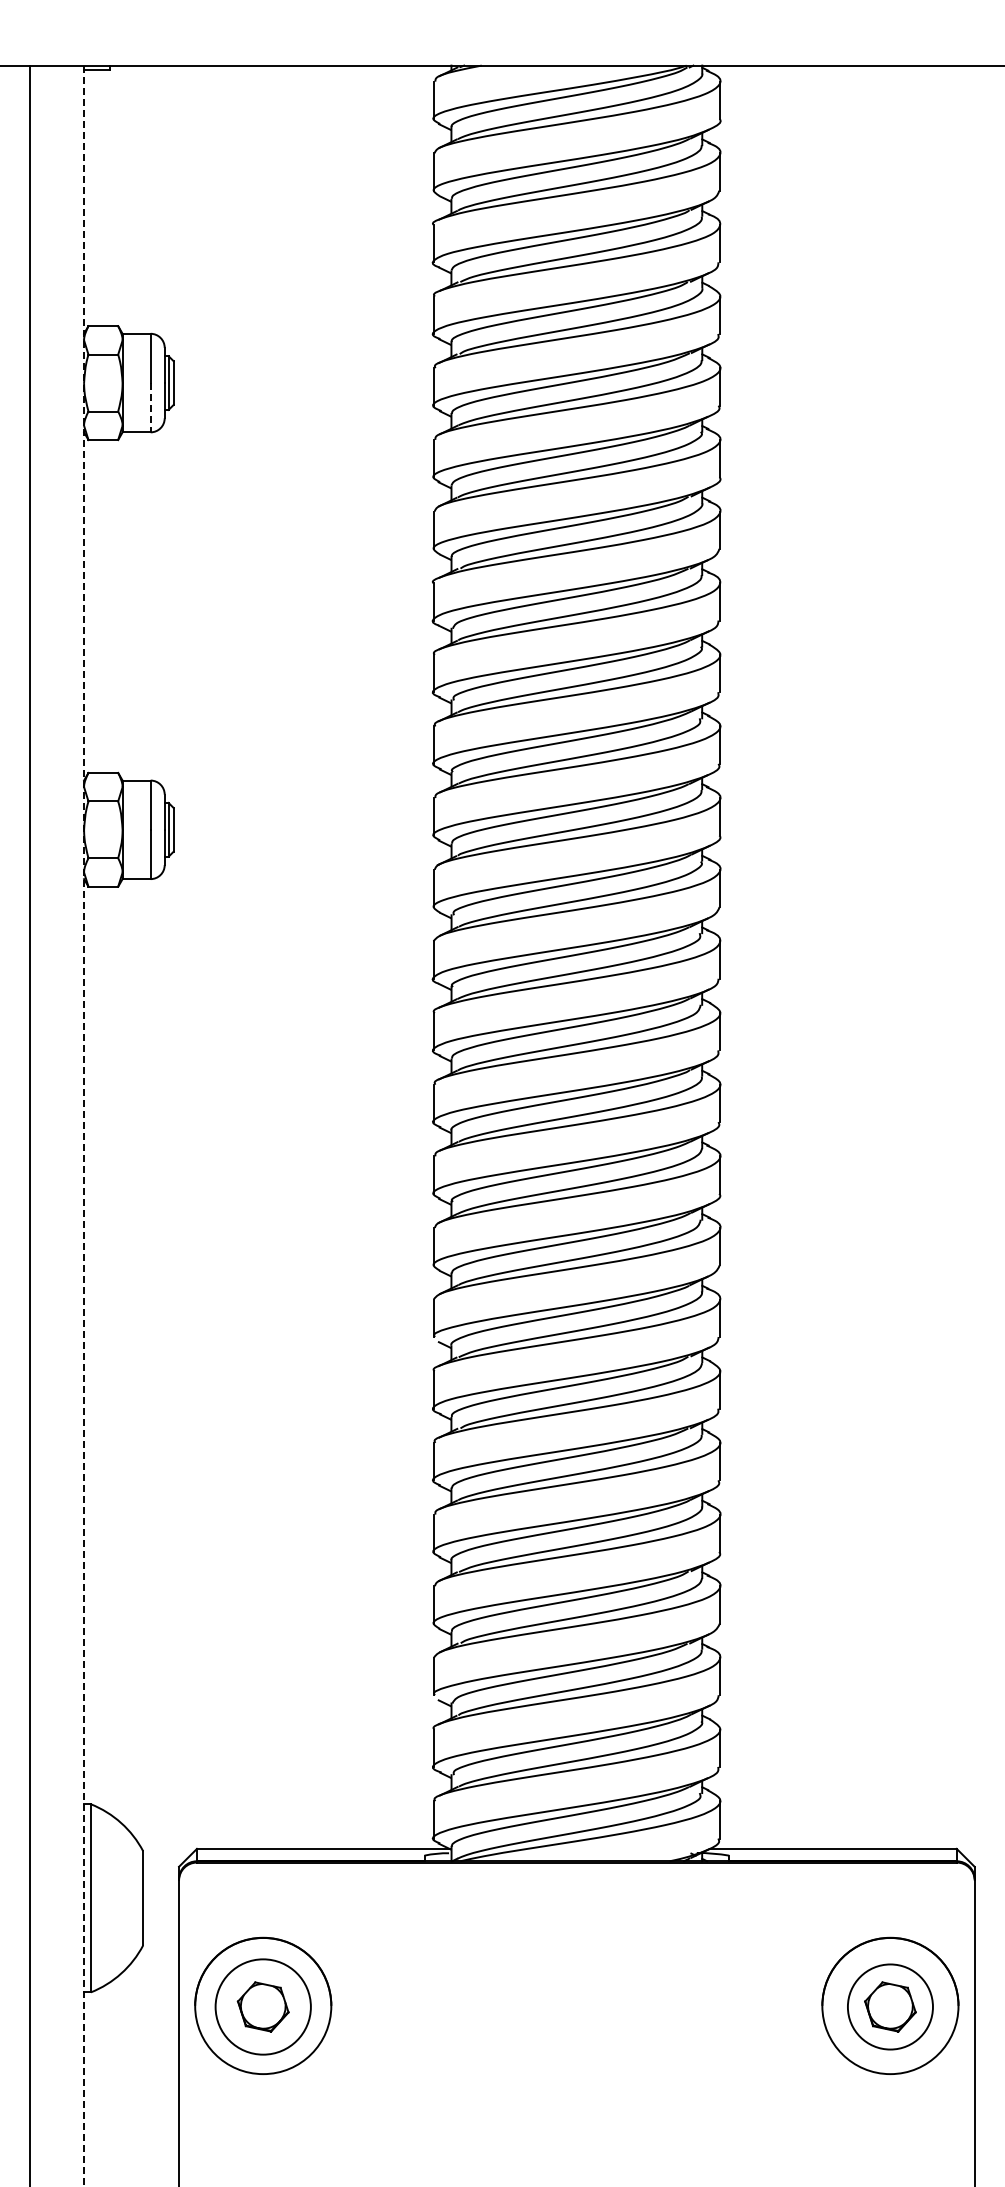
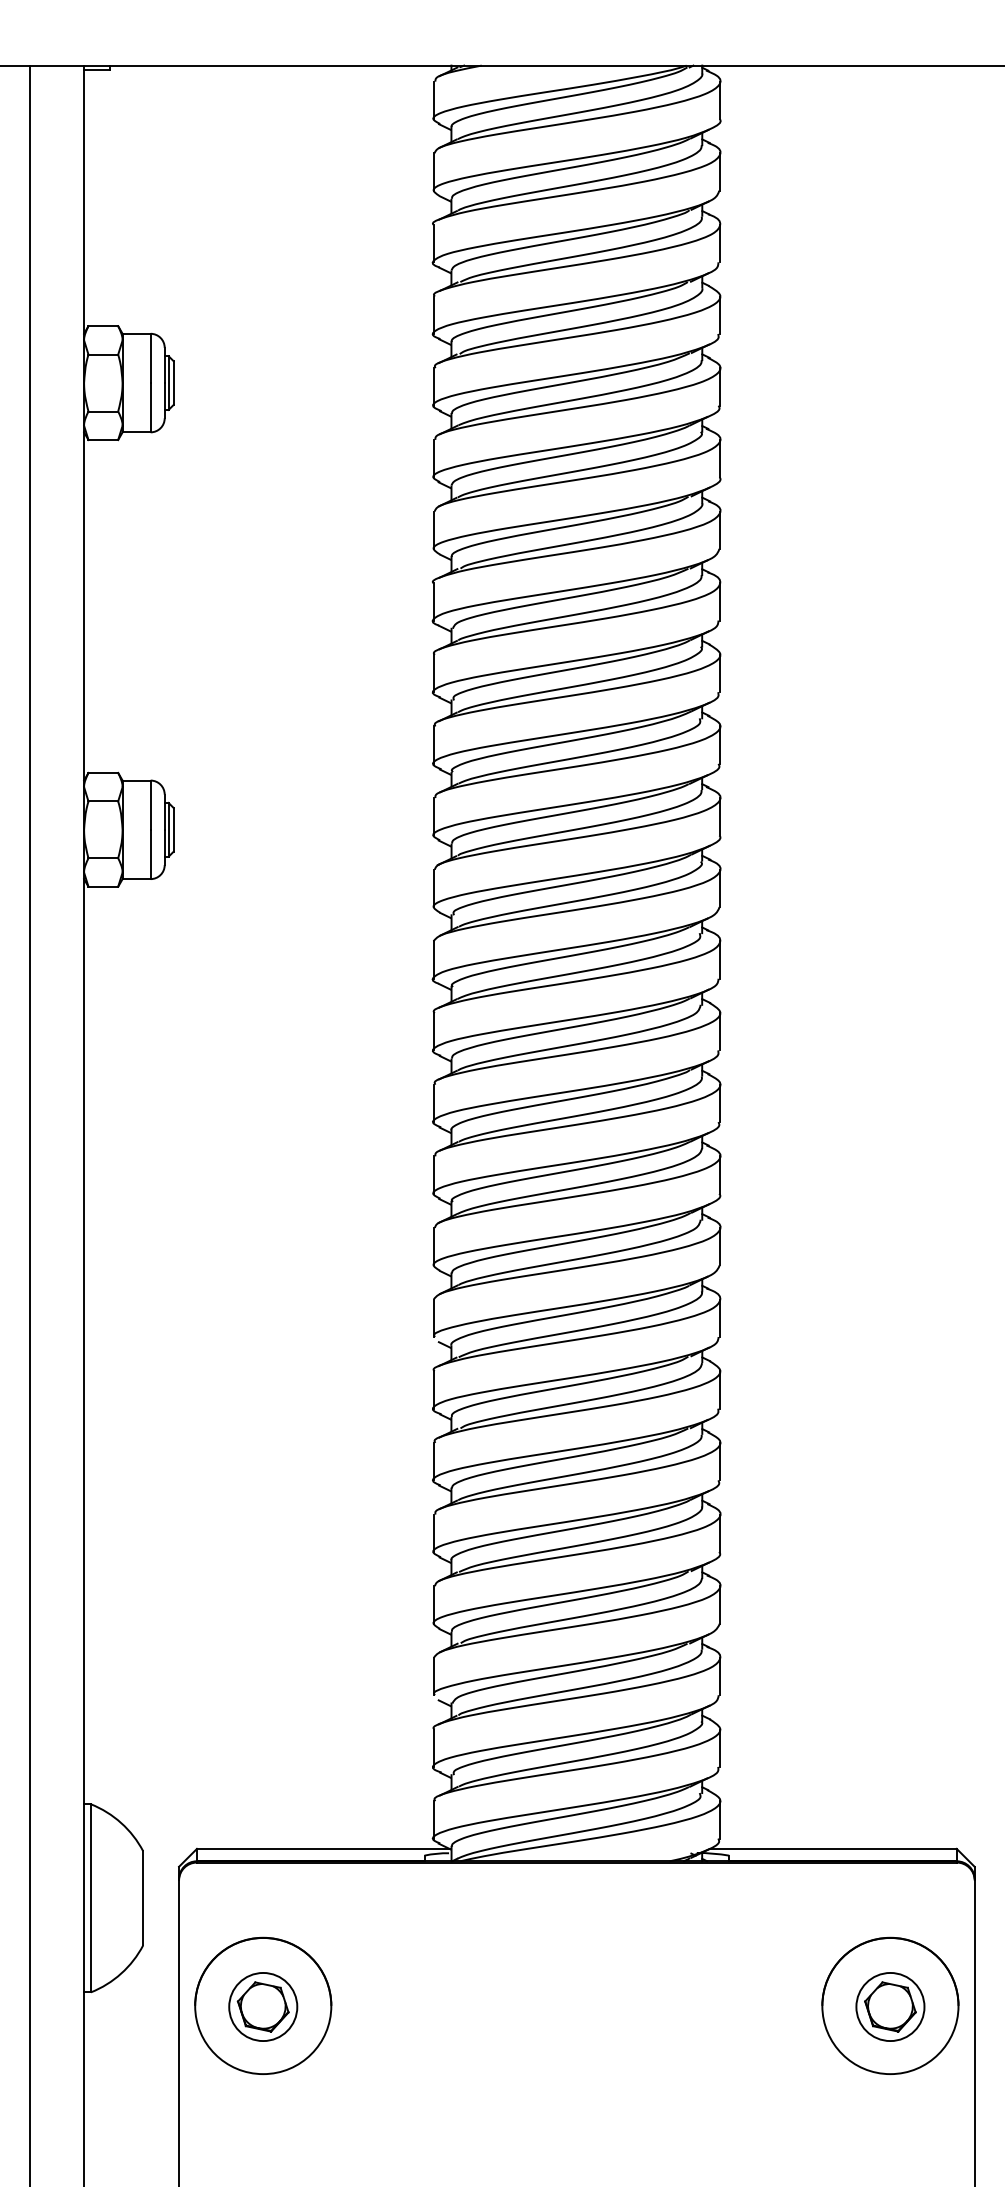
line at (150, 407): dashed -> solid
line at (84, 1126): dashed -> solid
circle at (262, 2006) diameter: 95 px -> 68 px
circle at (889, 2006) diameter: 85 px -> 68 px
